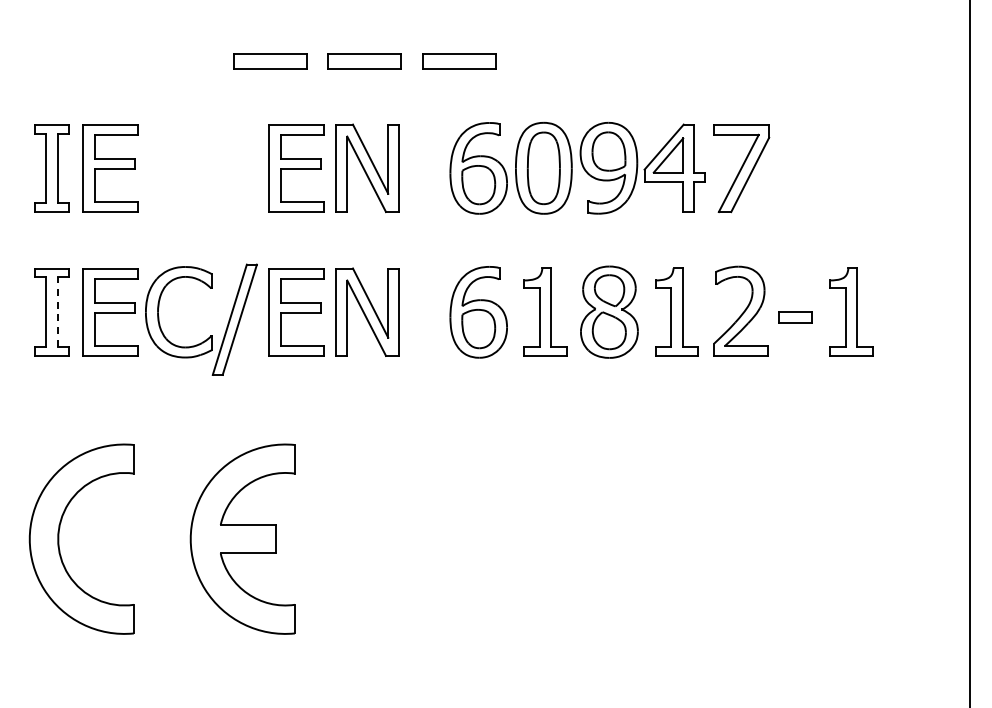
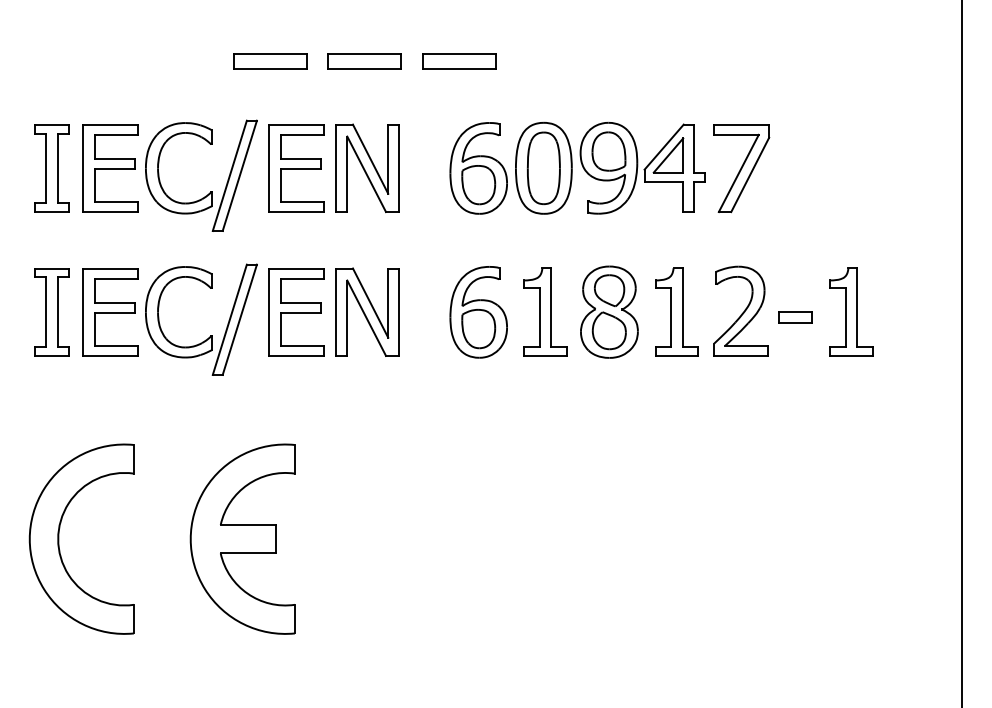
part at (210, 191): none -> present
line at (57, 312): dashed -> solid
line at (970, 353) position: (970, 353) -> (962, 353)
